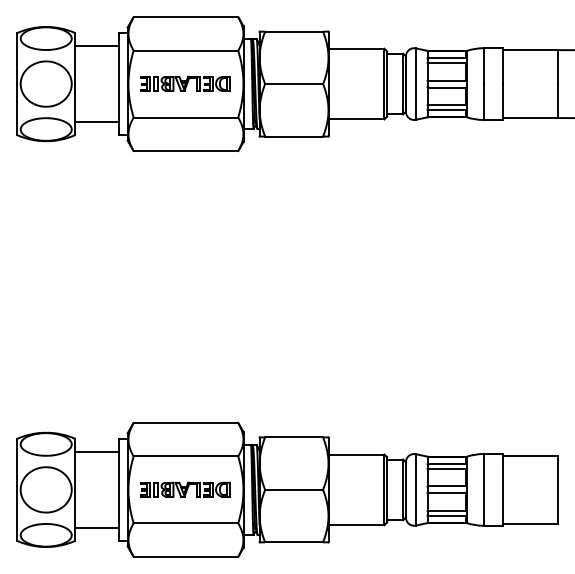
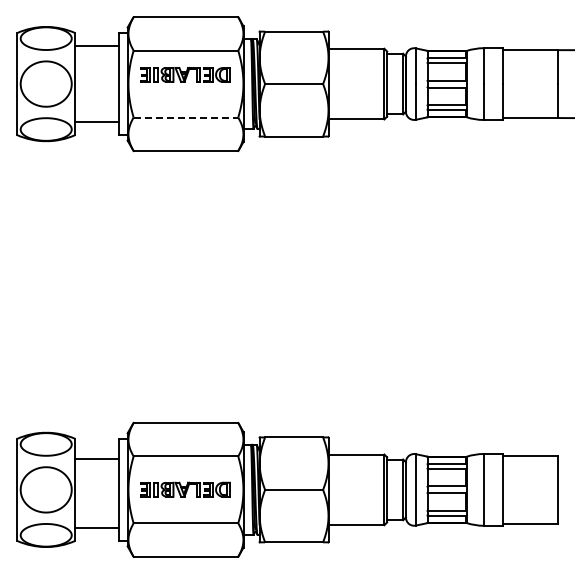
part at (185, 83) position: (185, 83) -> (185, 74)
line at (186, 117): solid -> dashed
line at (97, 451) position: (97, 451) -> (97, 458)
